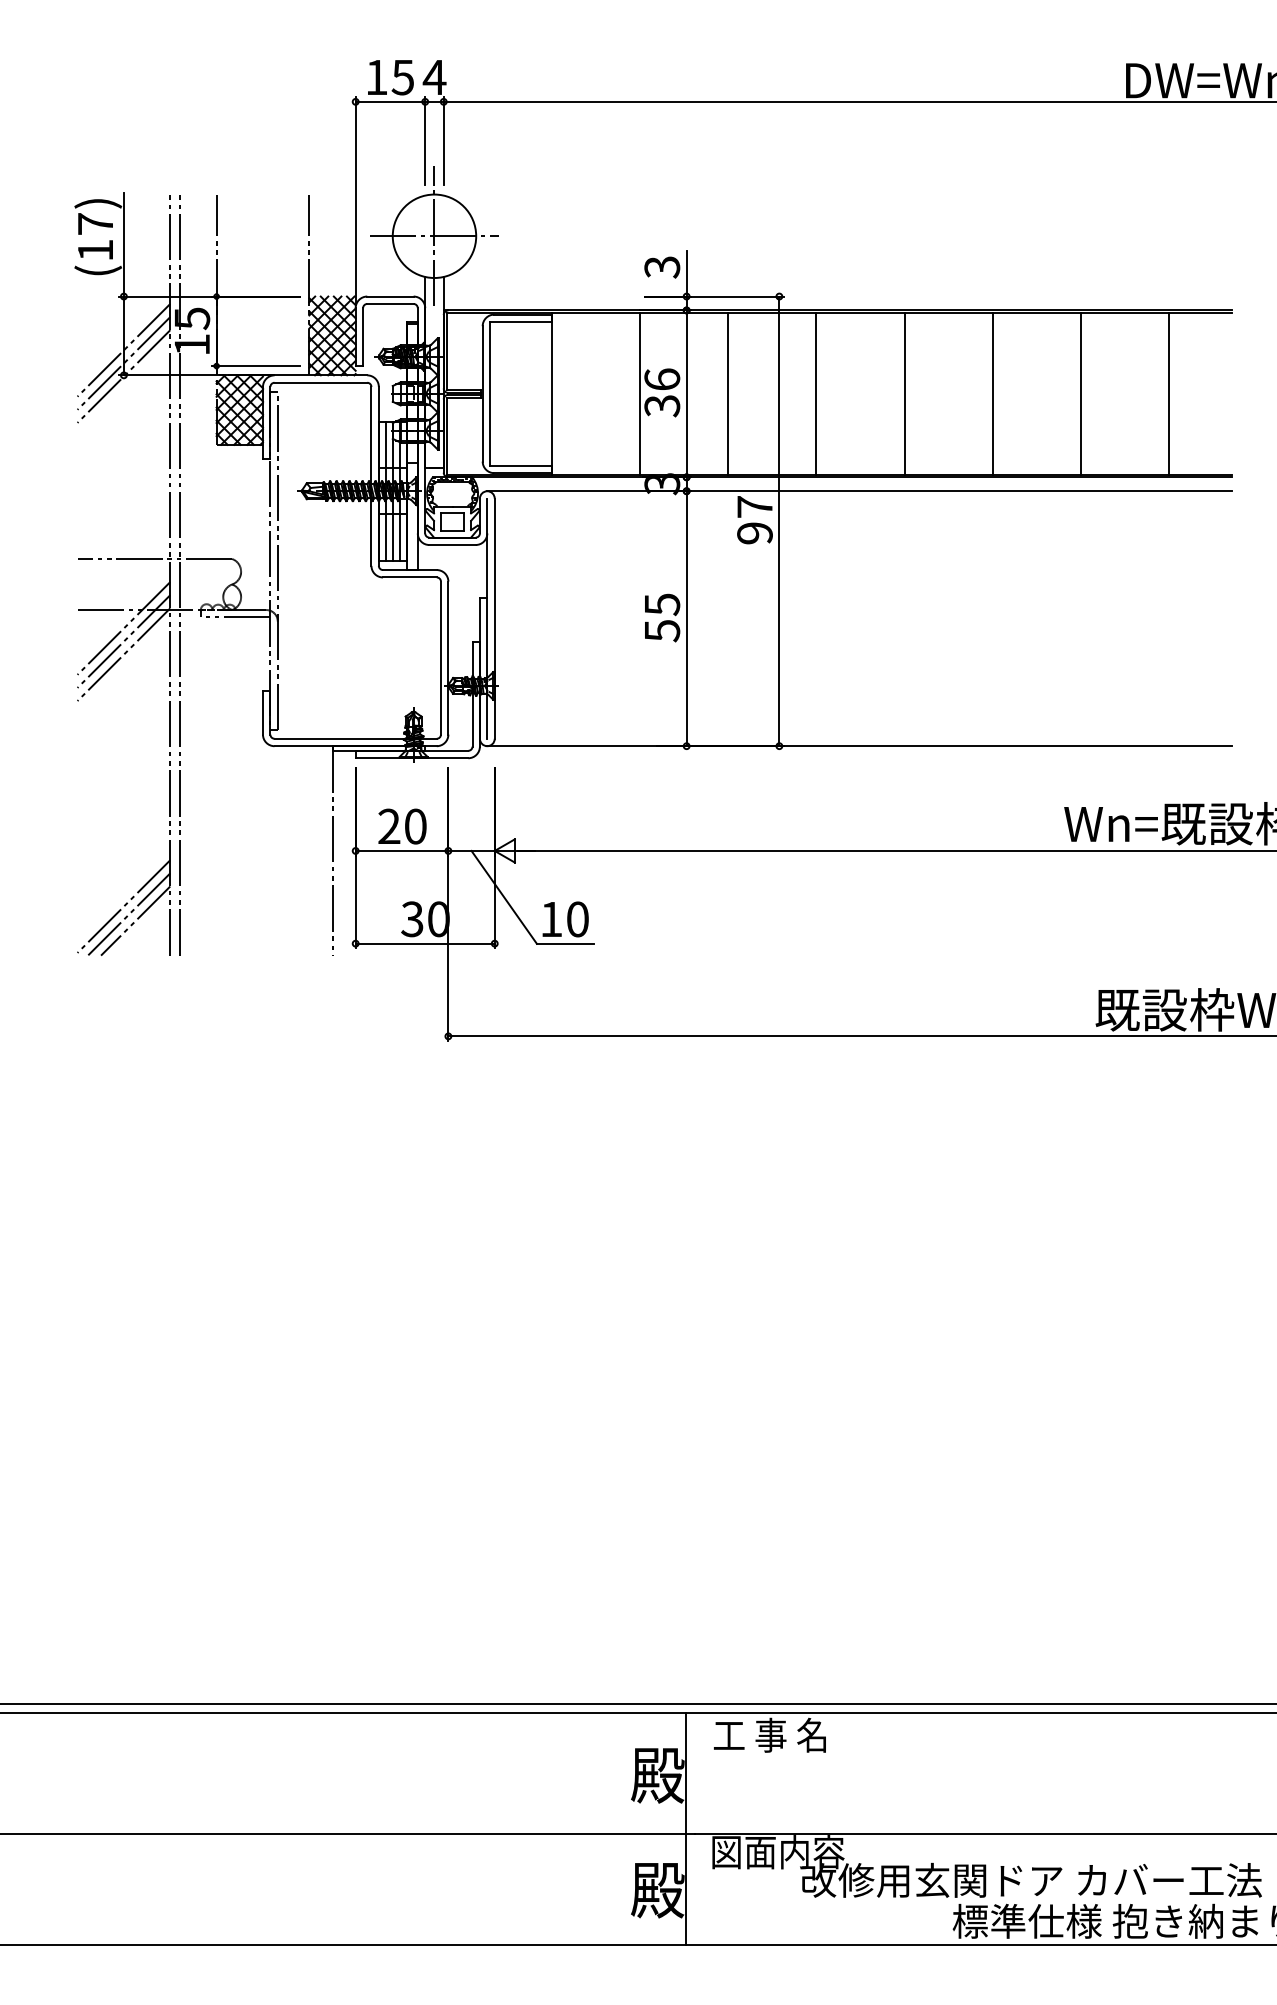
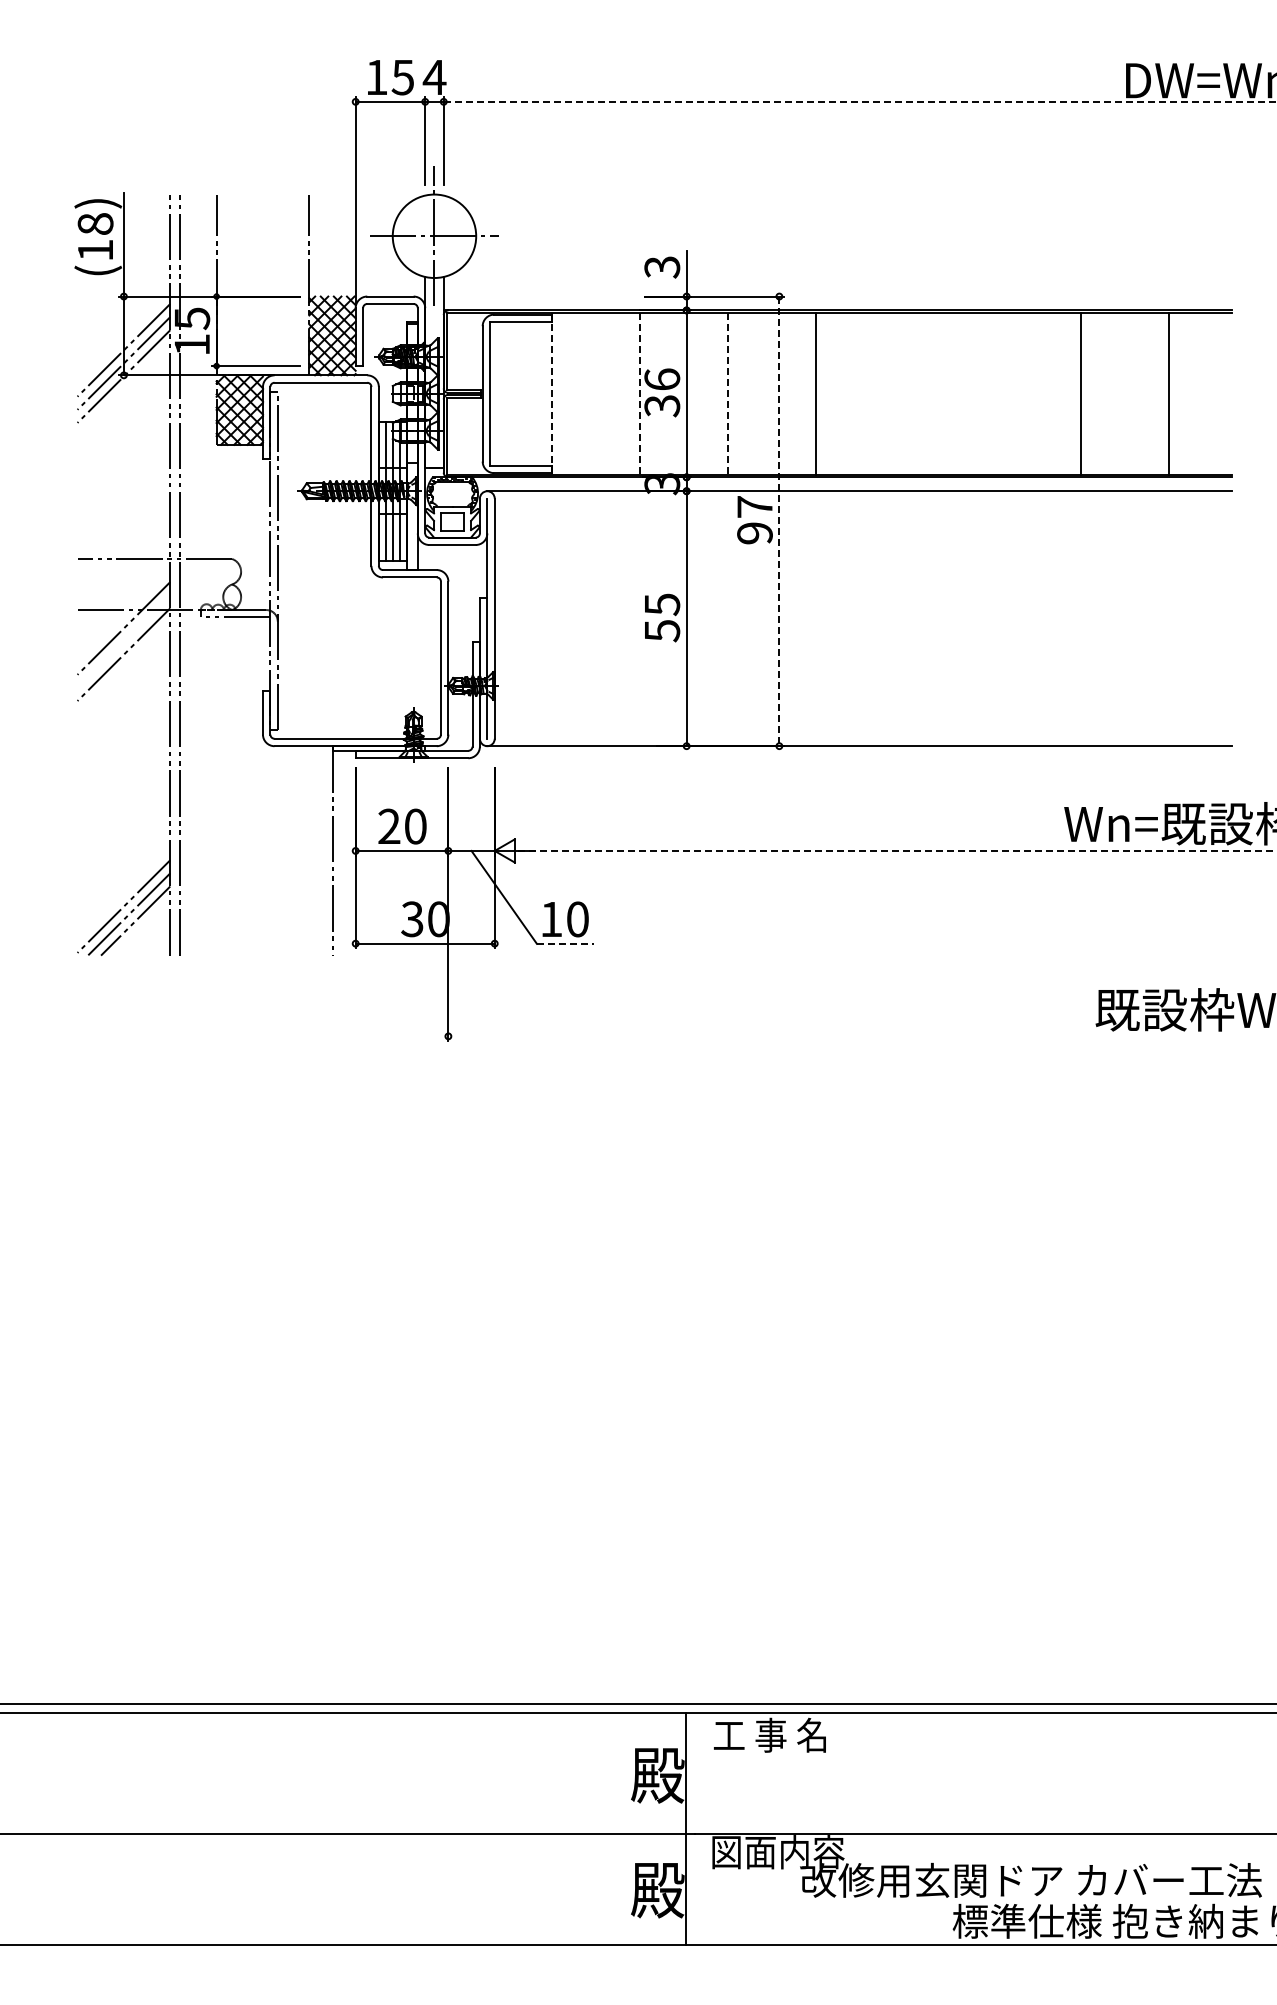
line at (860, 101): solid -> dashed
text at (95, 223): (17) -> (18)
line at (552, 393): solid -> dashed
line at (640, 393): solid -> dashed
line at (728, 393): solid -> dashed
line at (904, 393): present -> none
line at (992, 393): present -> none
line at (779, 521): solid -> dashed
line at (123, 641): present -> none
line at (897, 850): solid -> dashed
line at (565, 943): solid -> dashed
line at (860, 1036): present -> none
